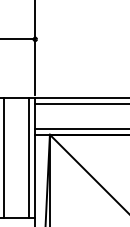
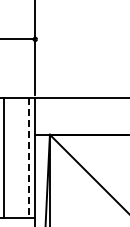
line at (80, 103): present -> none
line at (80, 128): present -> none
line at (29, 158): solid -> dashed
